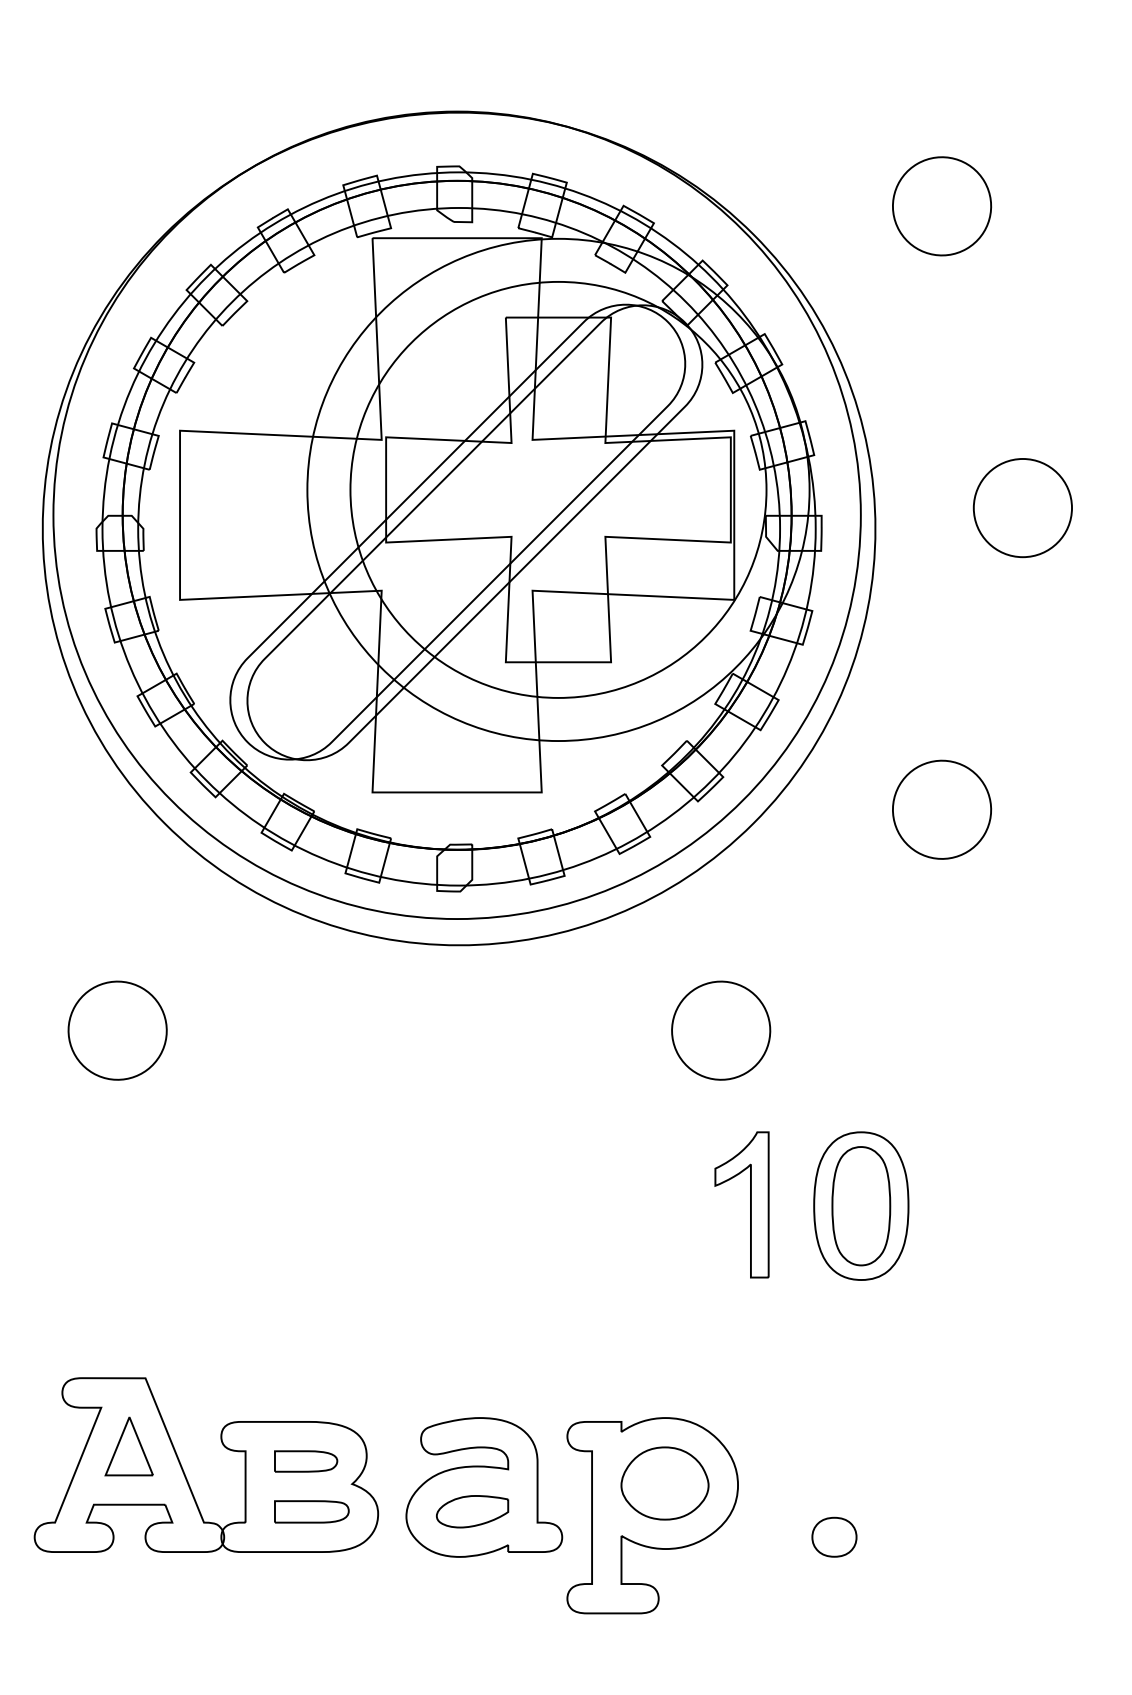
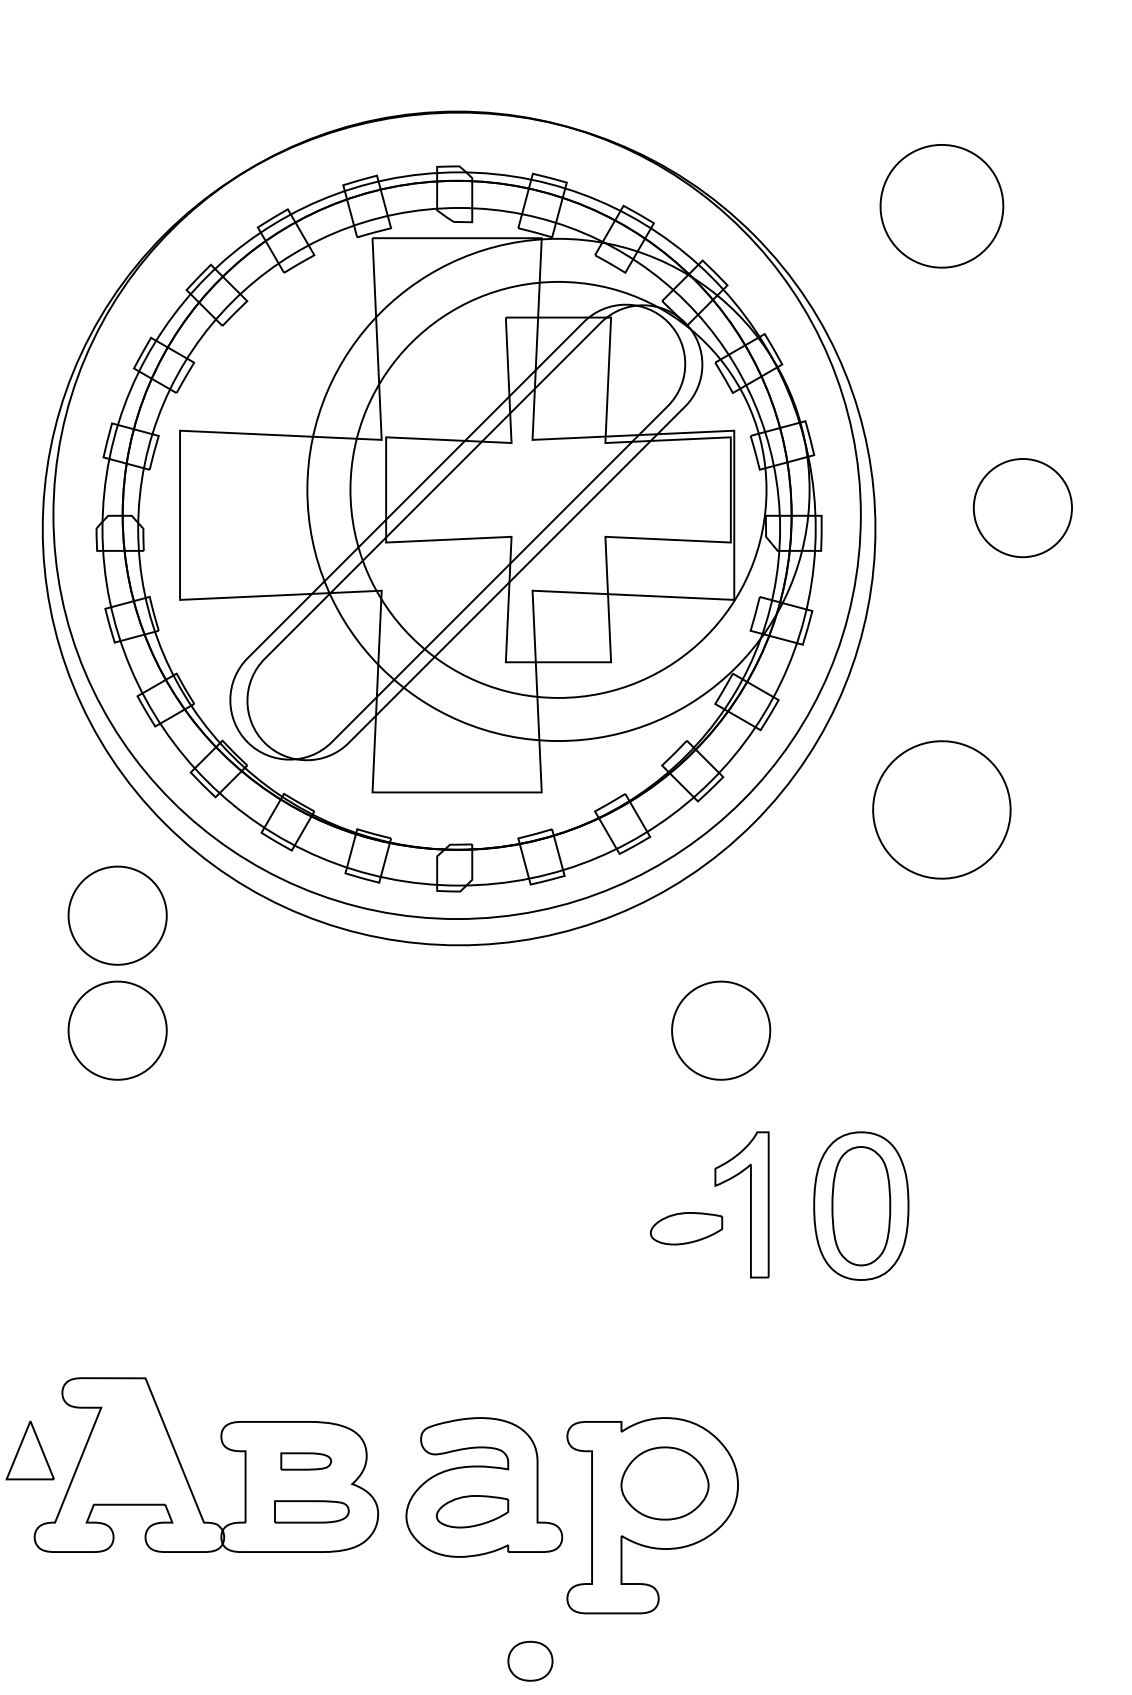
part at (942, 206) size: 101x101 px -> 126x125 px
part at (942, 809) size: 101x101 px -> 140x140 px
part at (117, 915): none -> present
part at (686, 1228): none -> present
part at (128, 1446) position: (128, 1446) -> (29, 1450)
part at (306, 1461) size: 65x23 px -> 52x19 px
part at (834, 1536) position: (834, 1536) -> (530, 1660)
